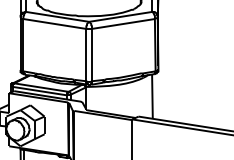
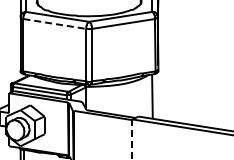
line at (54, 23): solid -> dashed
line at (132, 139): solid -> dashed
